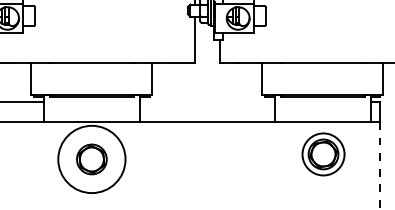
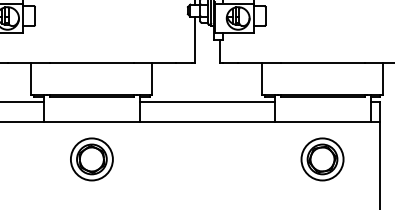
line at (206, 101): none -> present
part at (323, 154) position: (323, 154) -> (322, 159)
circle at (91, 159) diameter: 67 px -> 42 px
line at (380, 165): dashed -> solid
